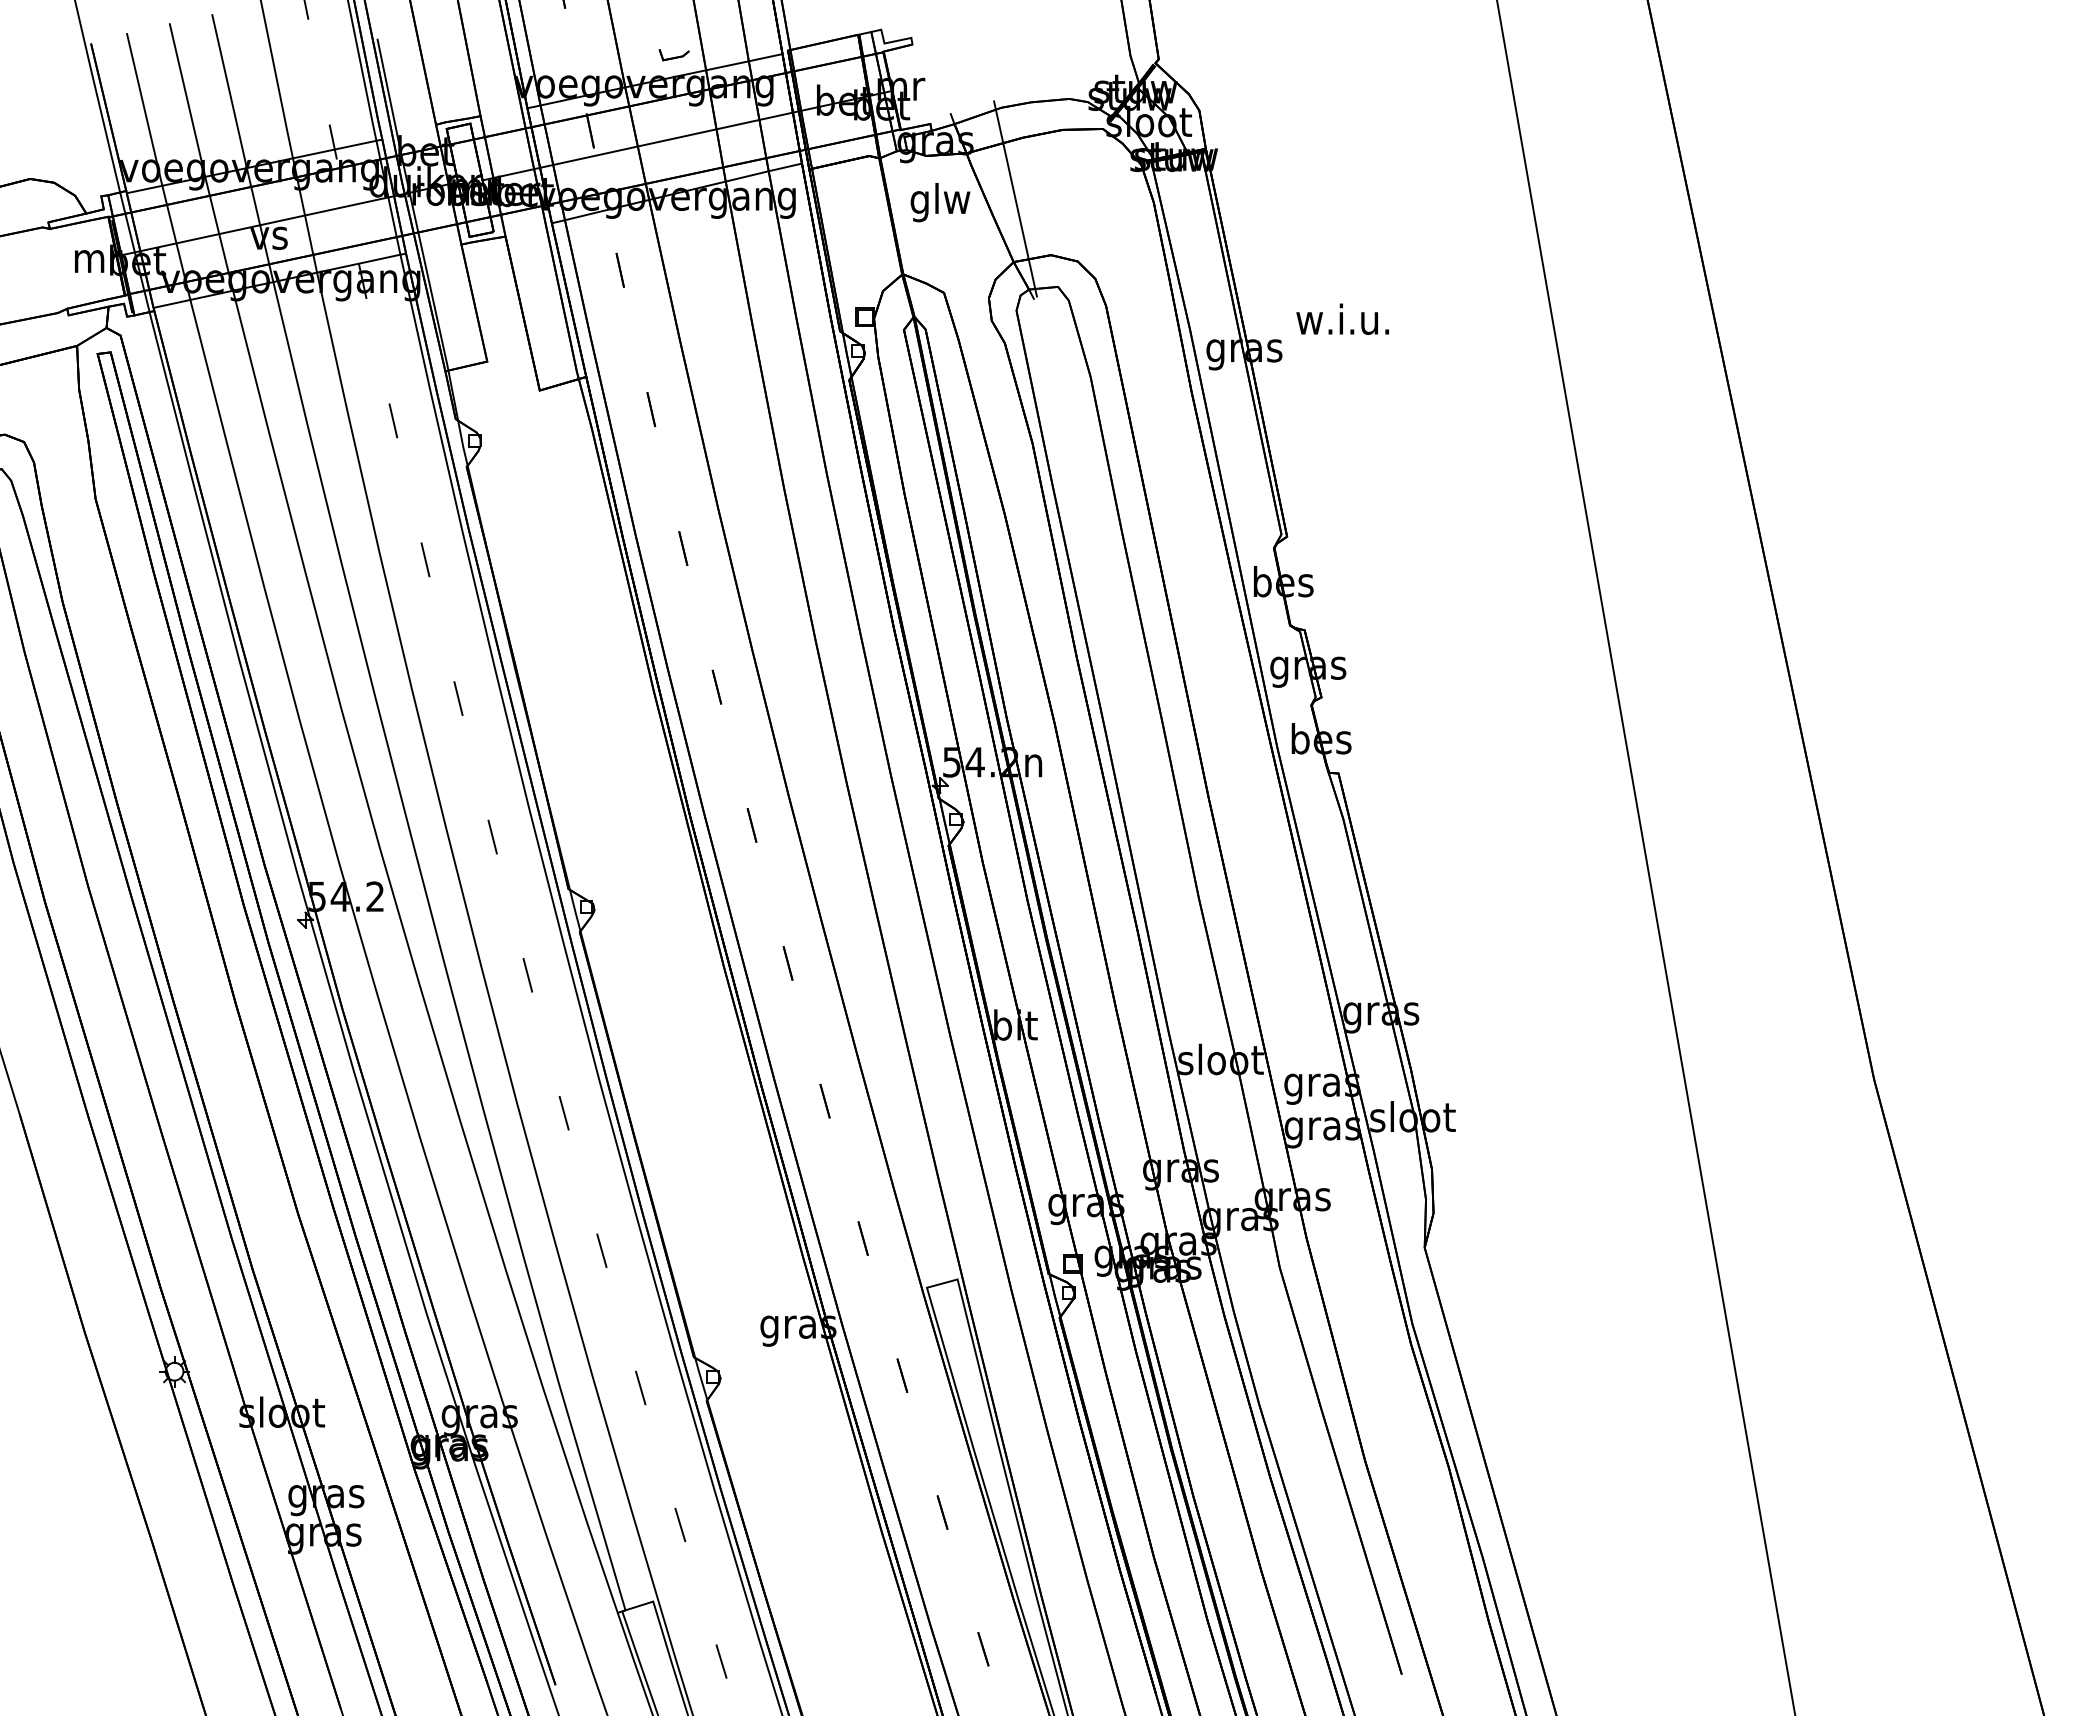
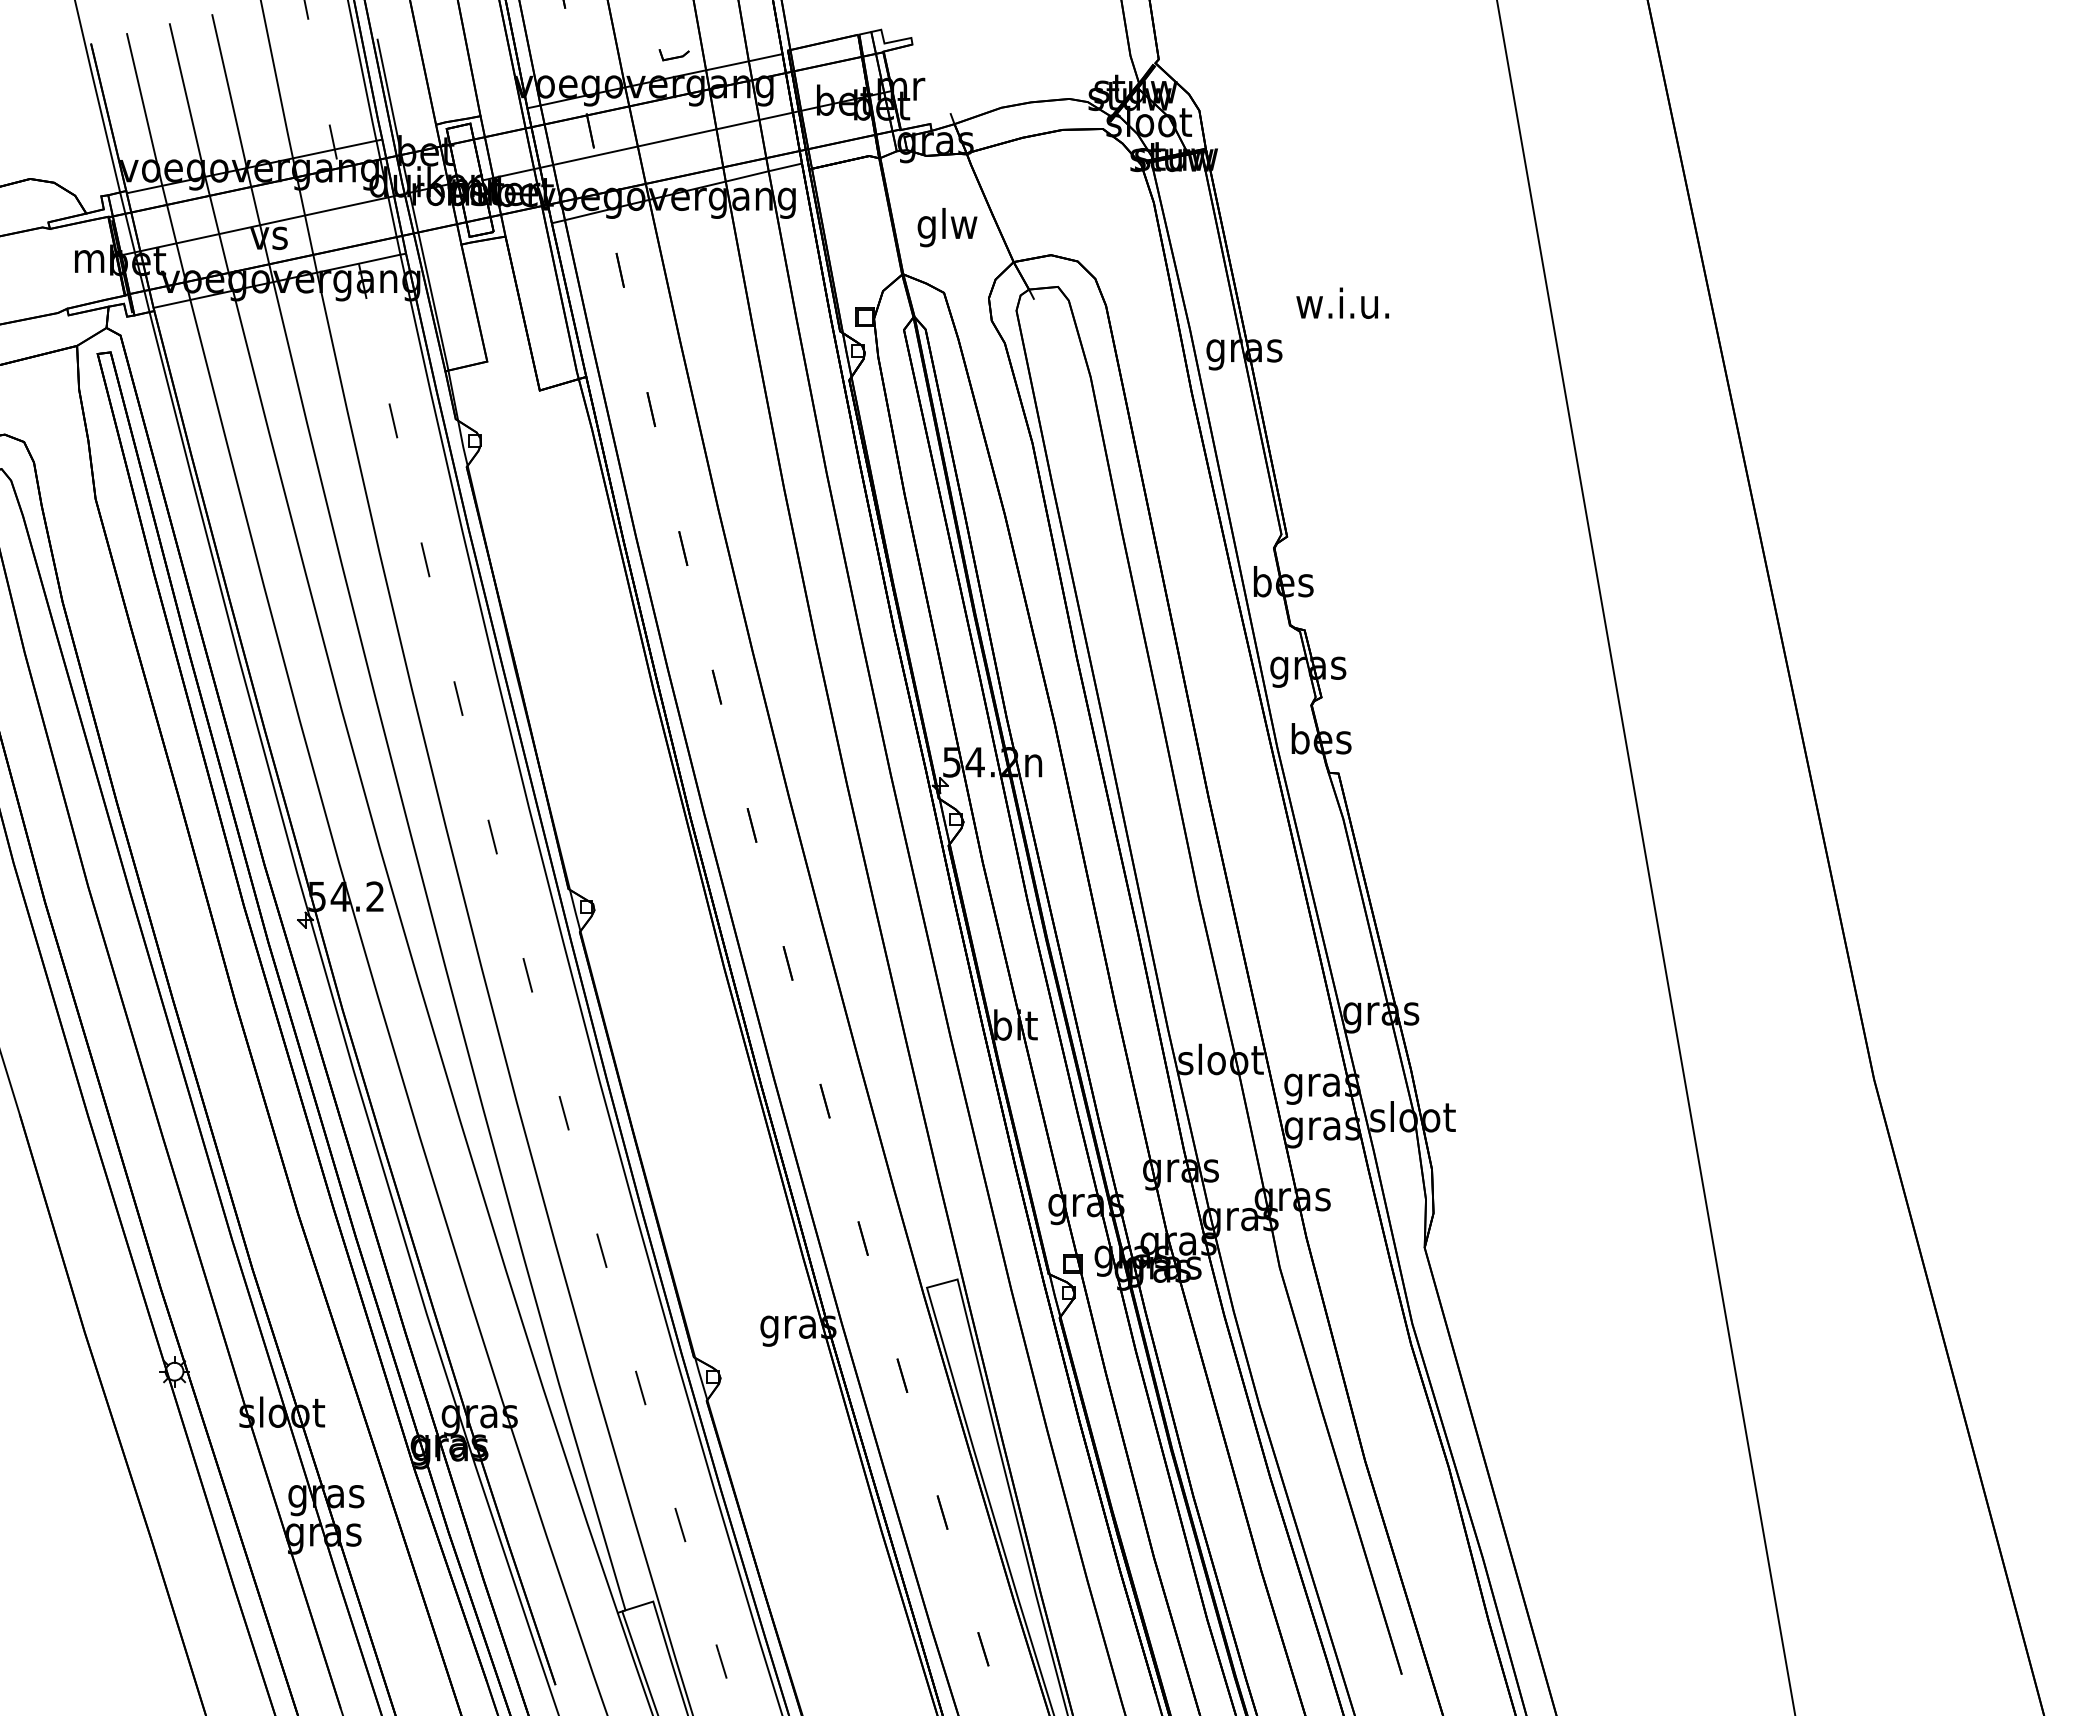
line at (1015, 198): present -> none
text at (940, 202) position: (940, 202) -> (947, 227)
text at (1342, 318) position: (1342, 318) -> (1342, 302)
